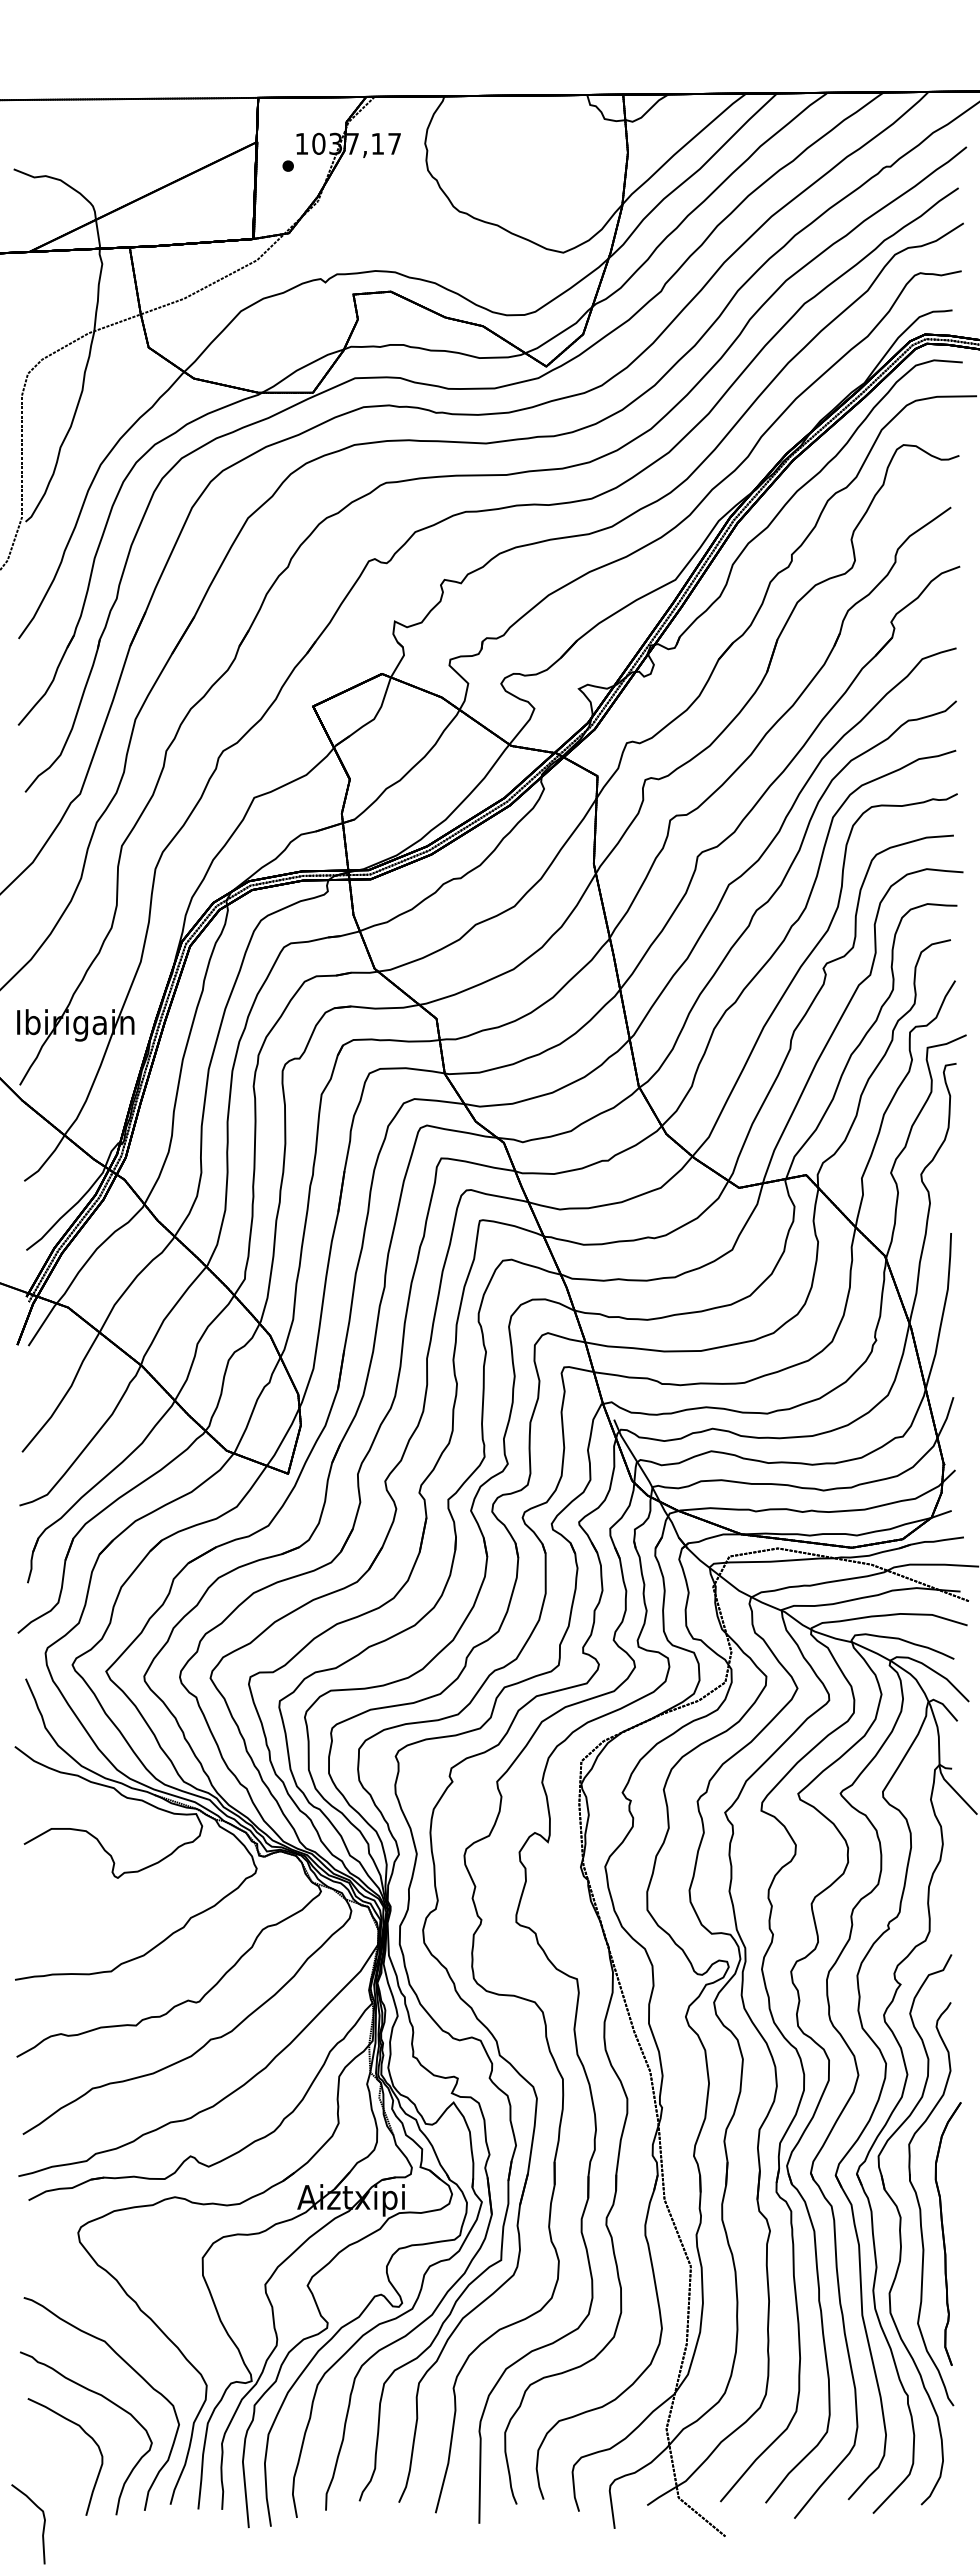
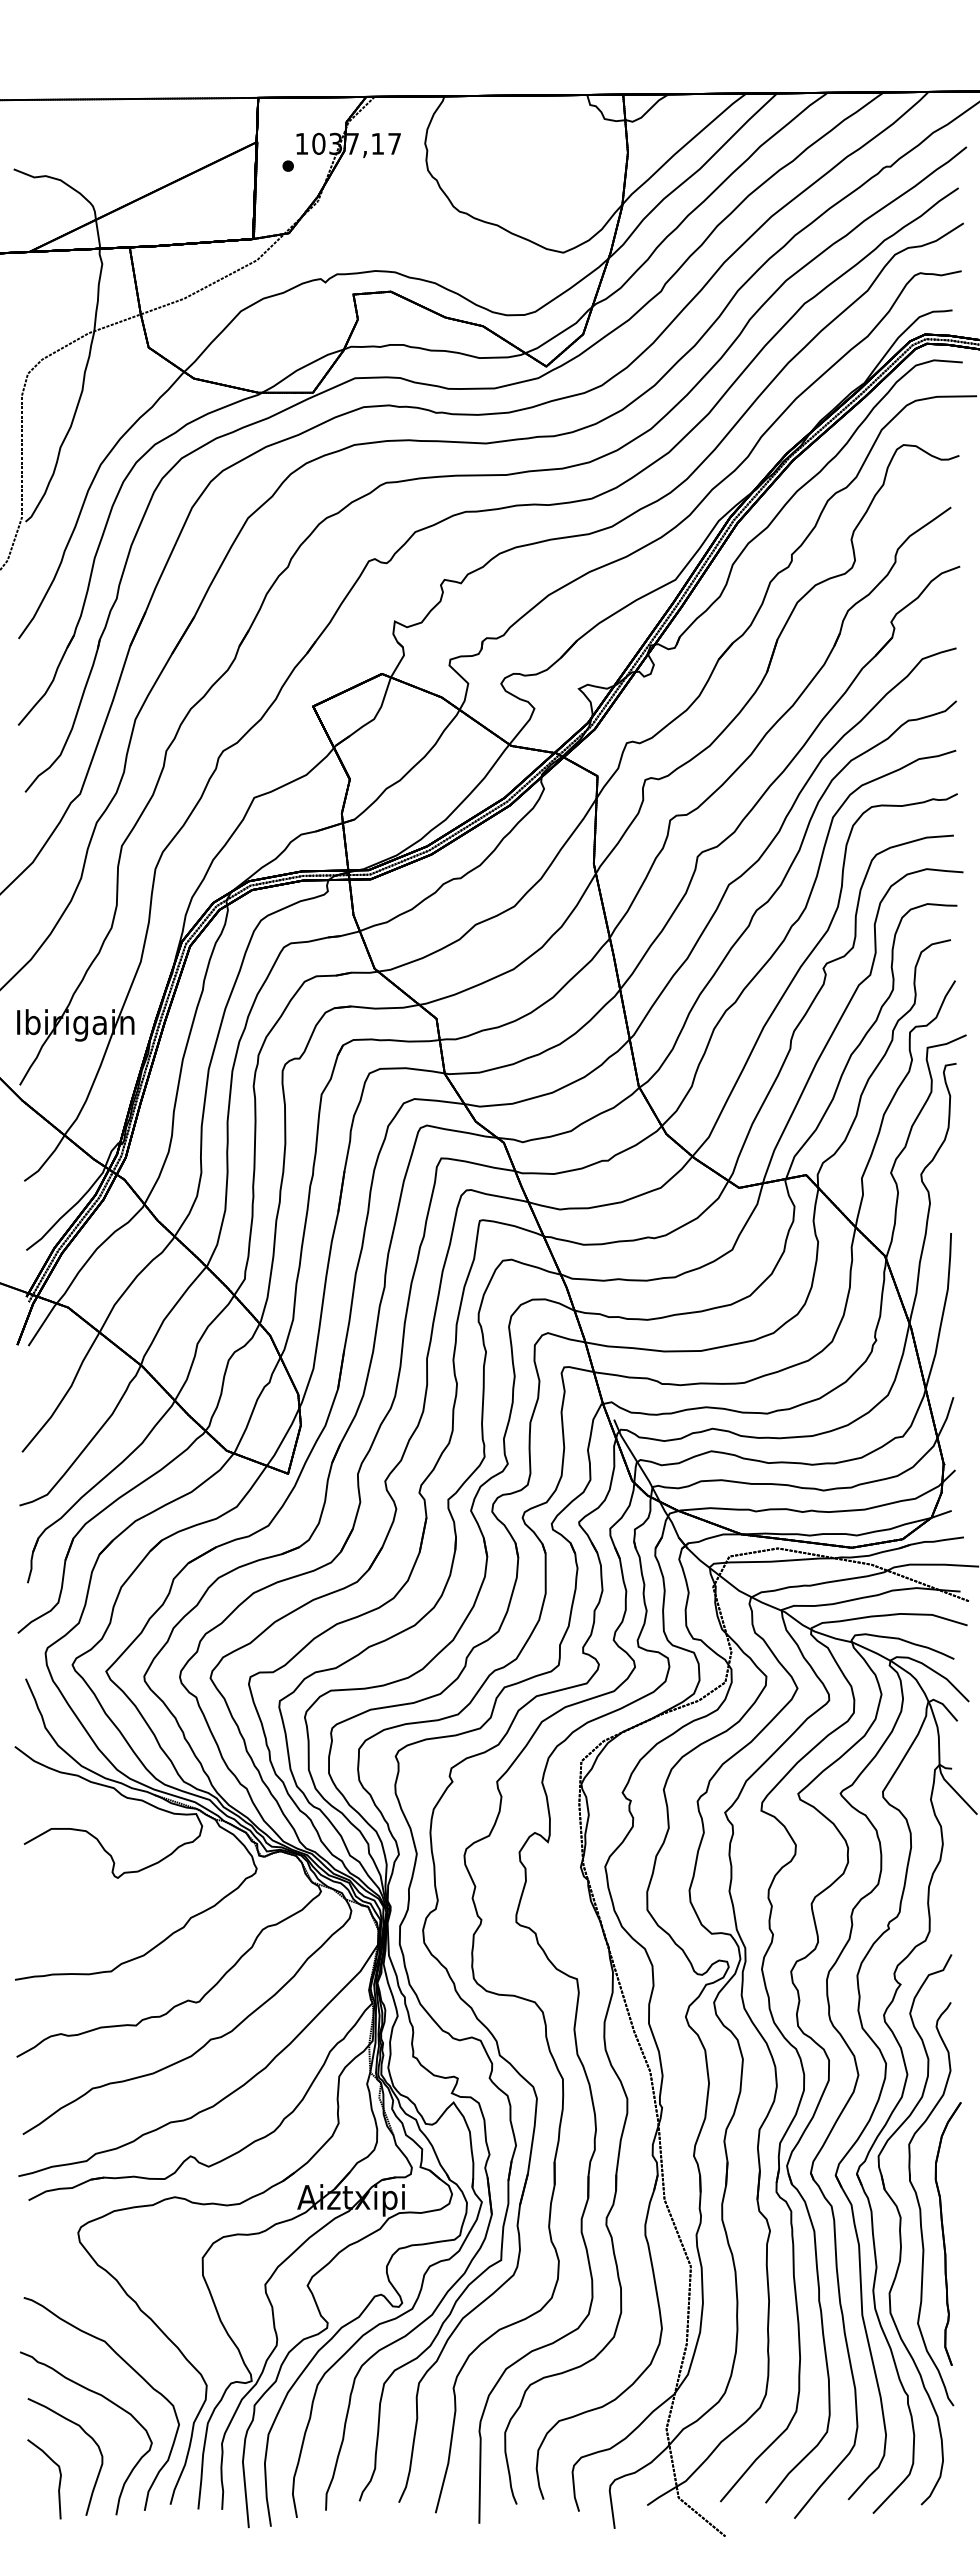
curve at (42, 2529) position: (42, 2529) -> (58, 2484)
